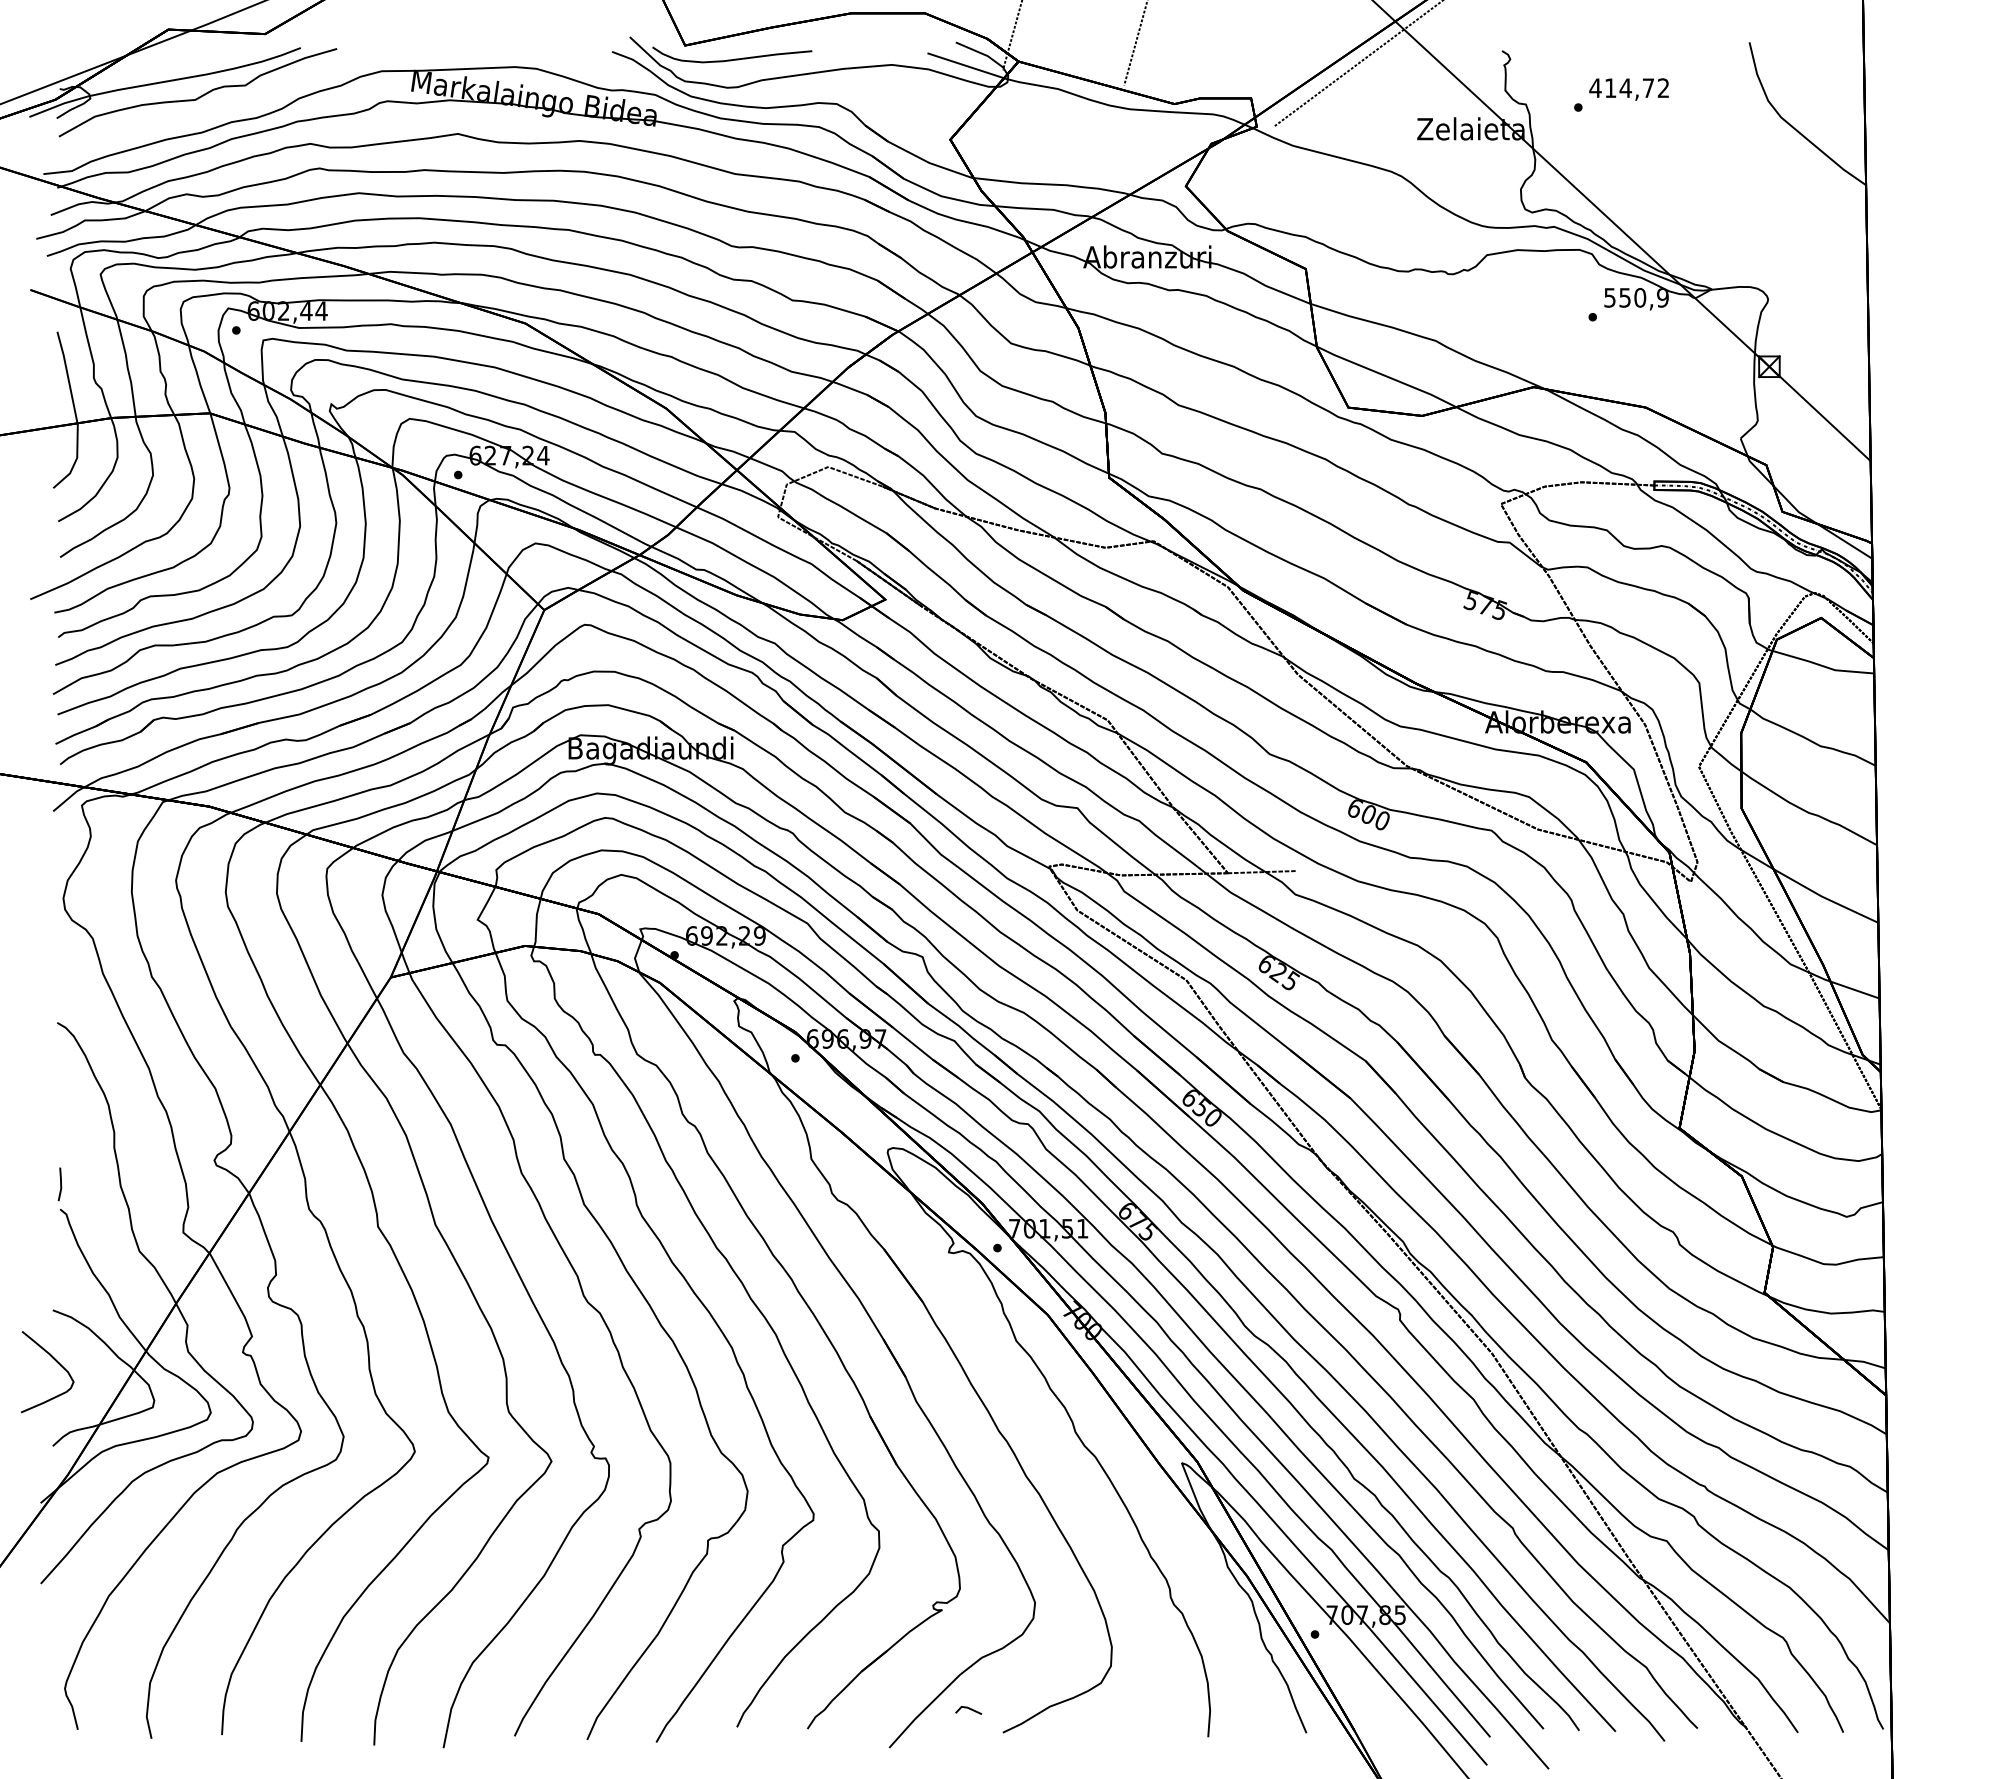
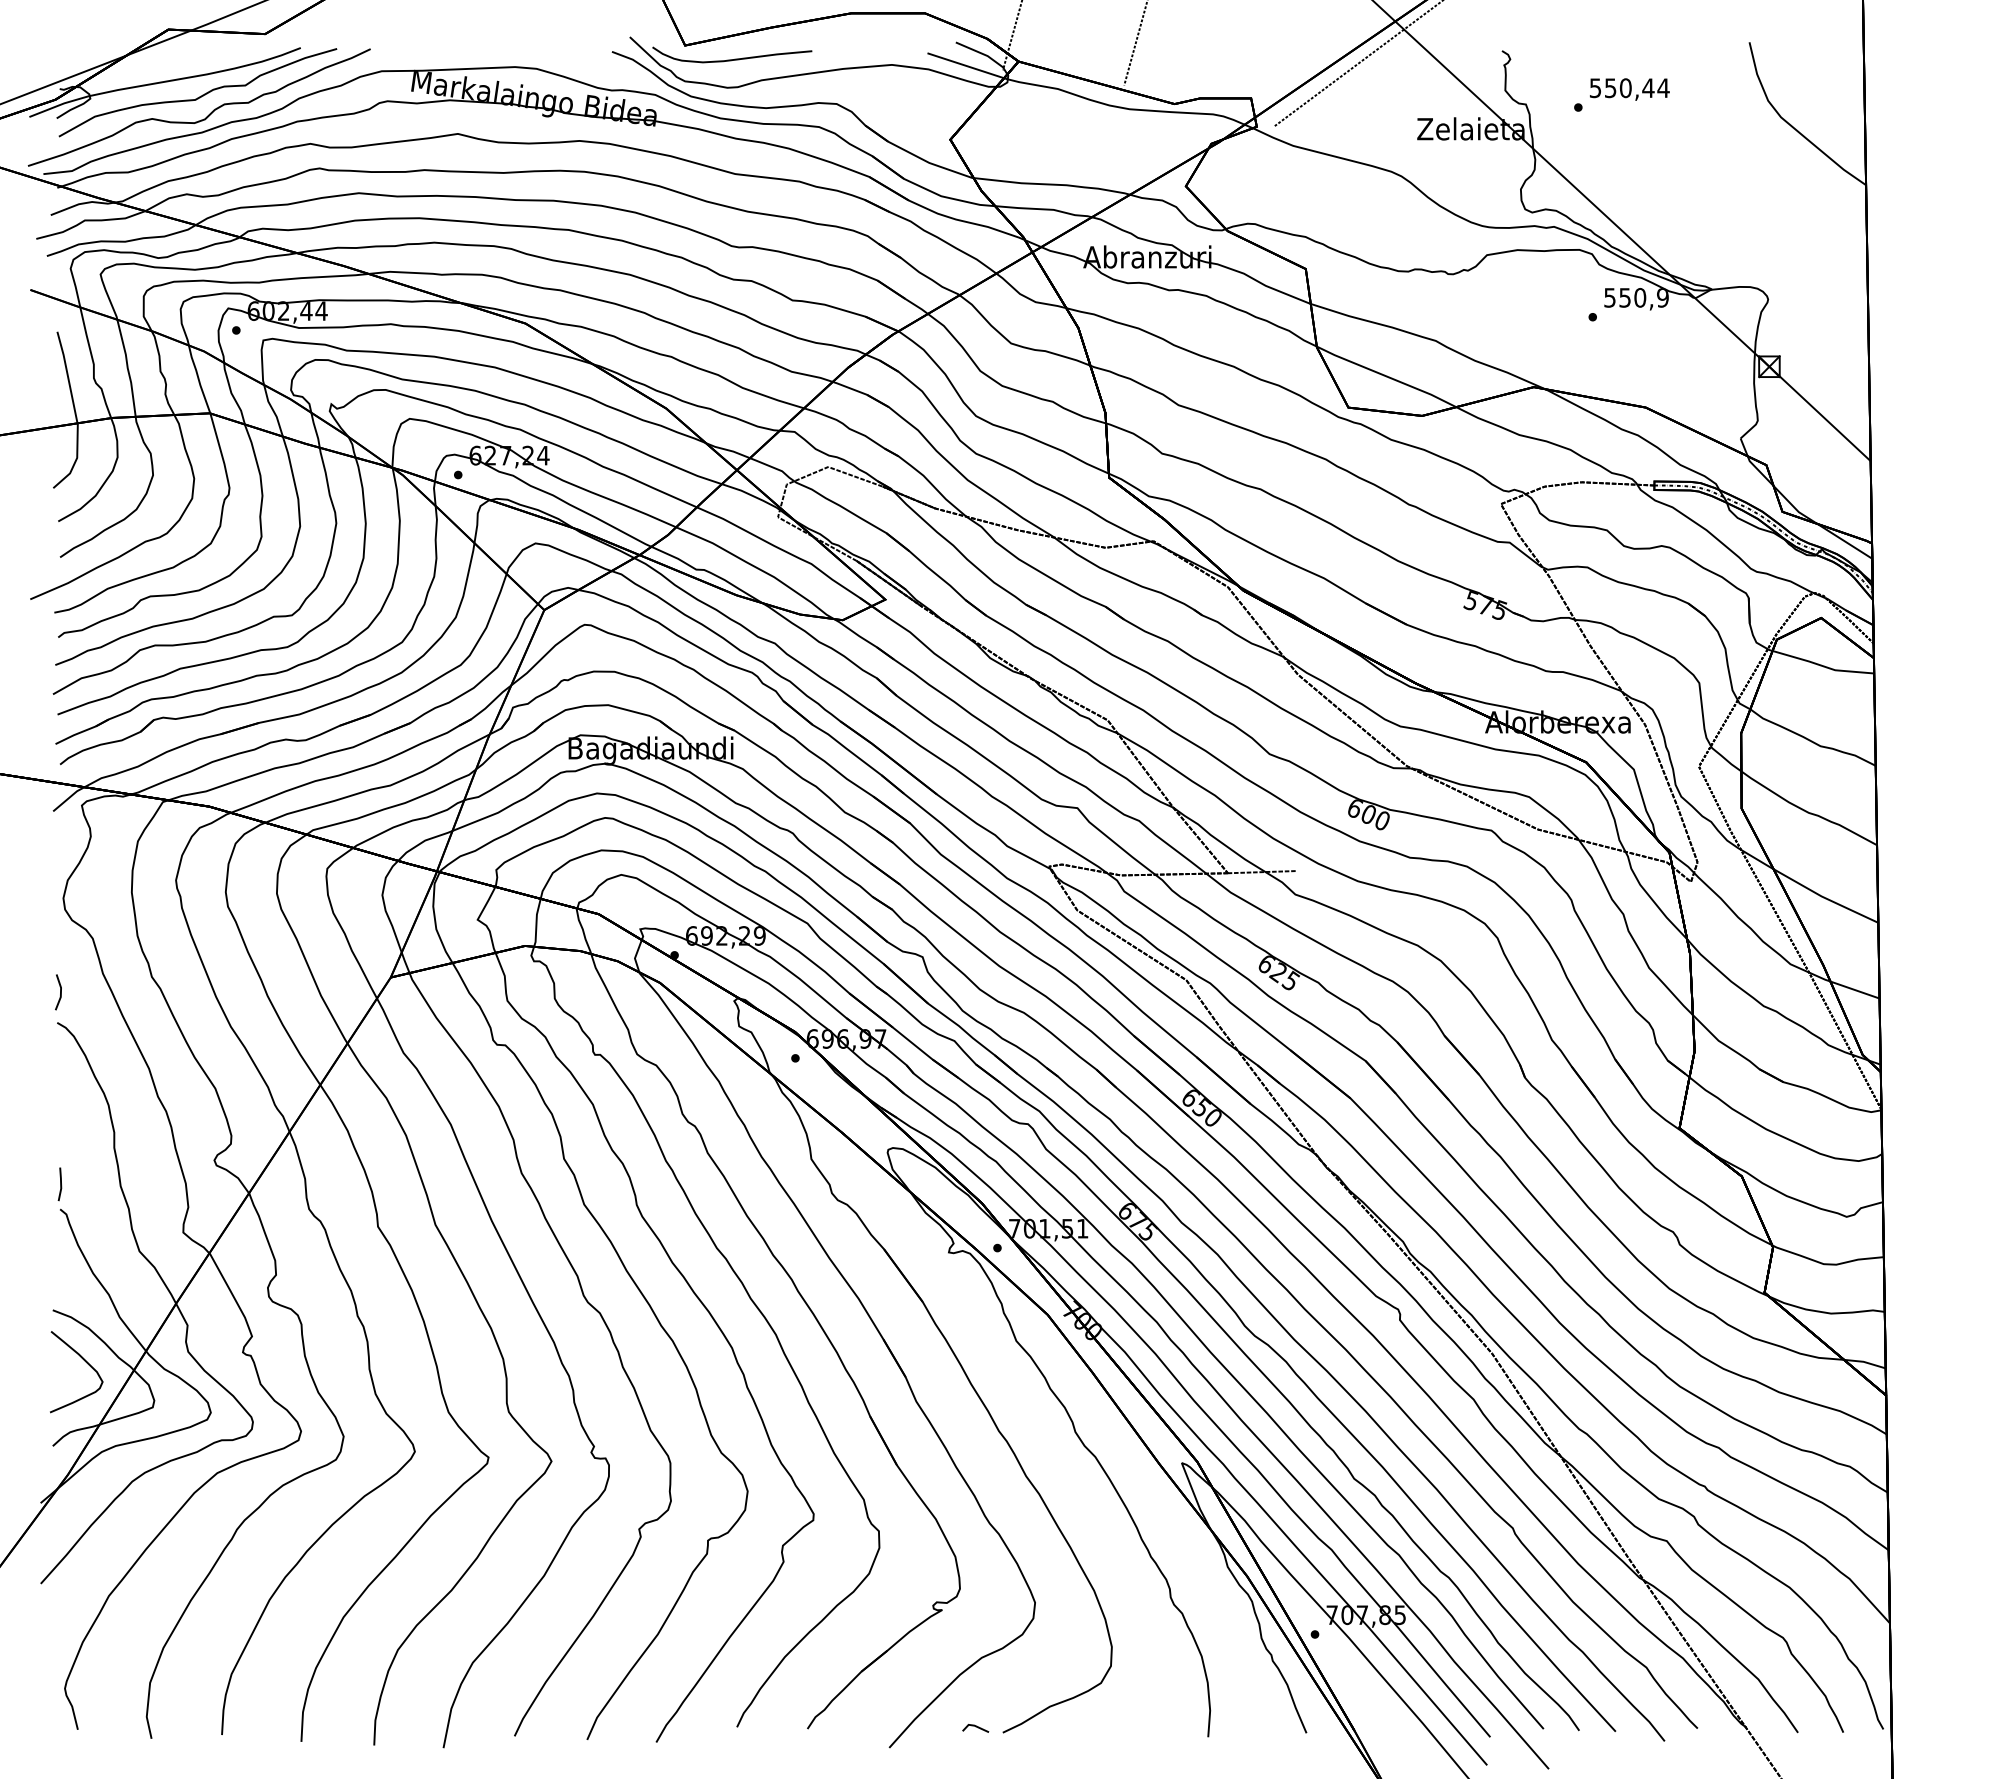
text at (1629, 88): 414,72 -> 550,44
curve at (207, 115): none -> present
line at (60, 992): none -> present
curve at (56, 1362) position: (56, 1362) -> (85, 1362)
line at (968, 1709) position: (968, 1709) -> (975, 1727)
